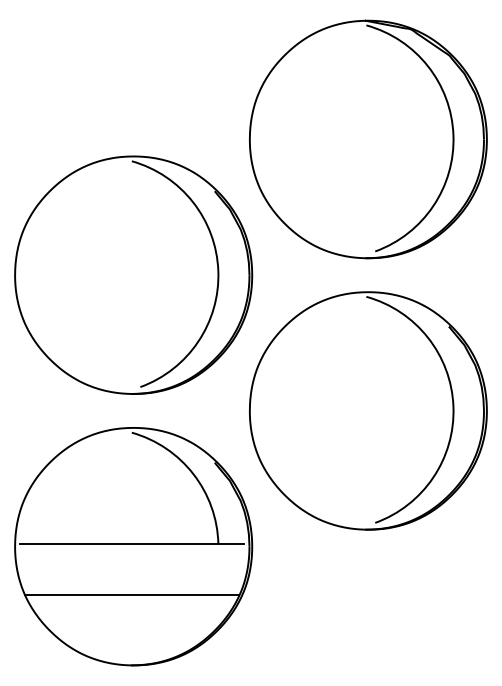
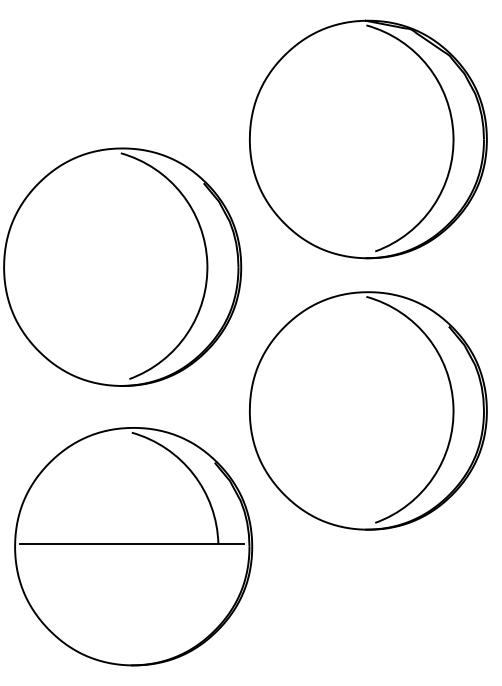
part at (133, 274) position: (133, 274) -> (122, 266)
line at (131, 595): present -> none
